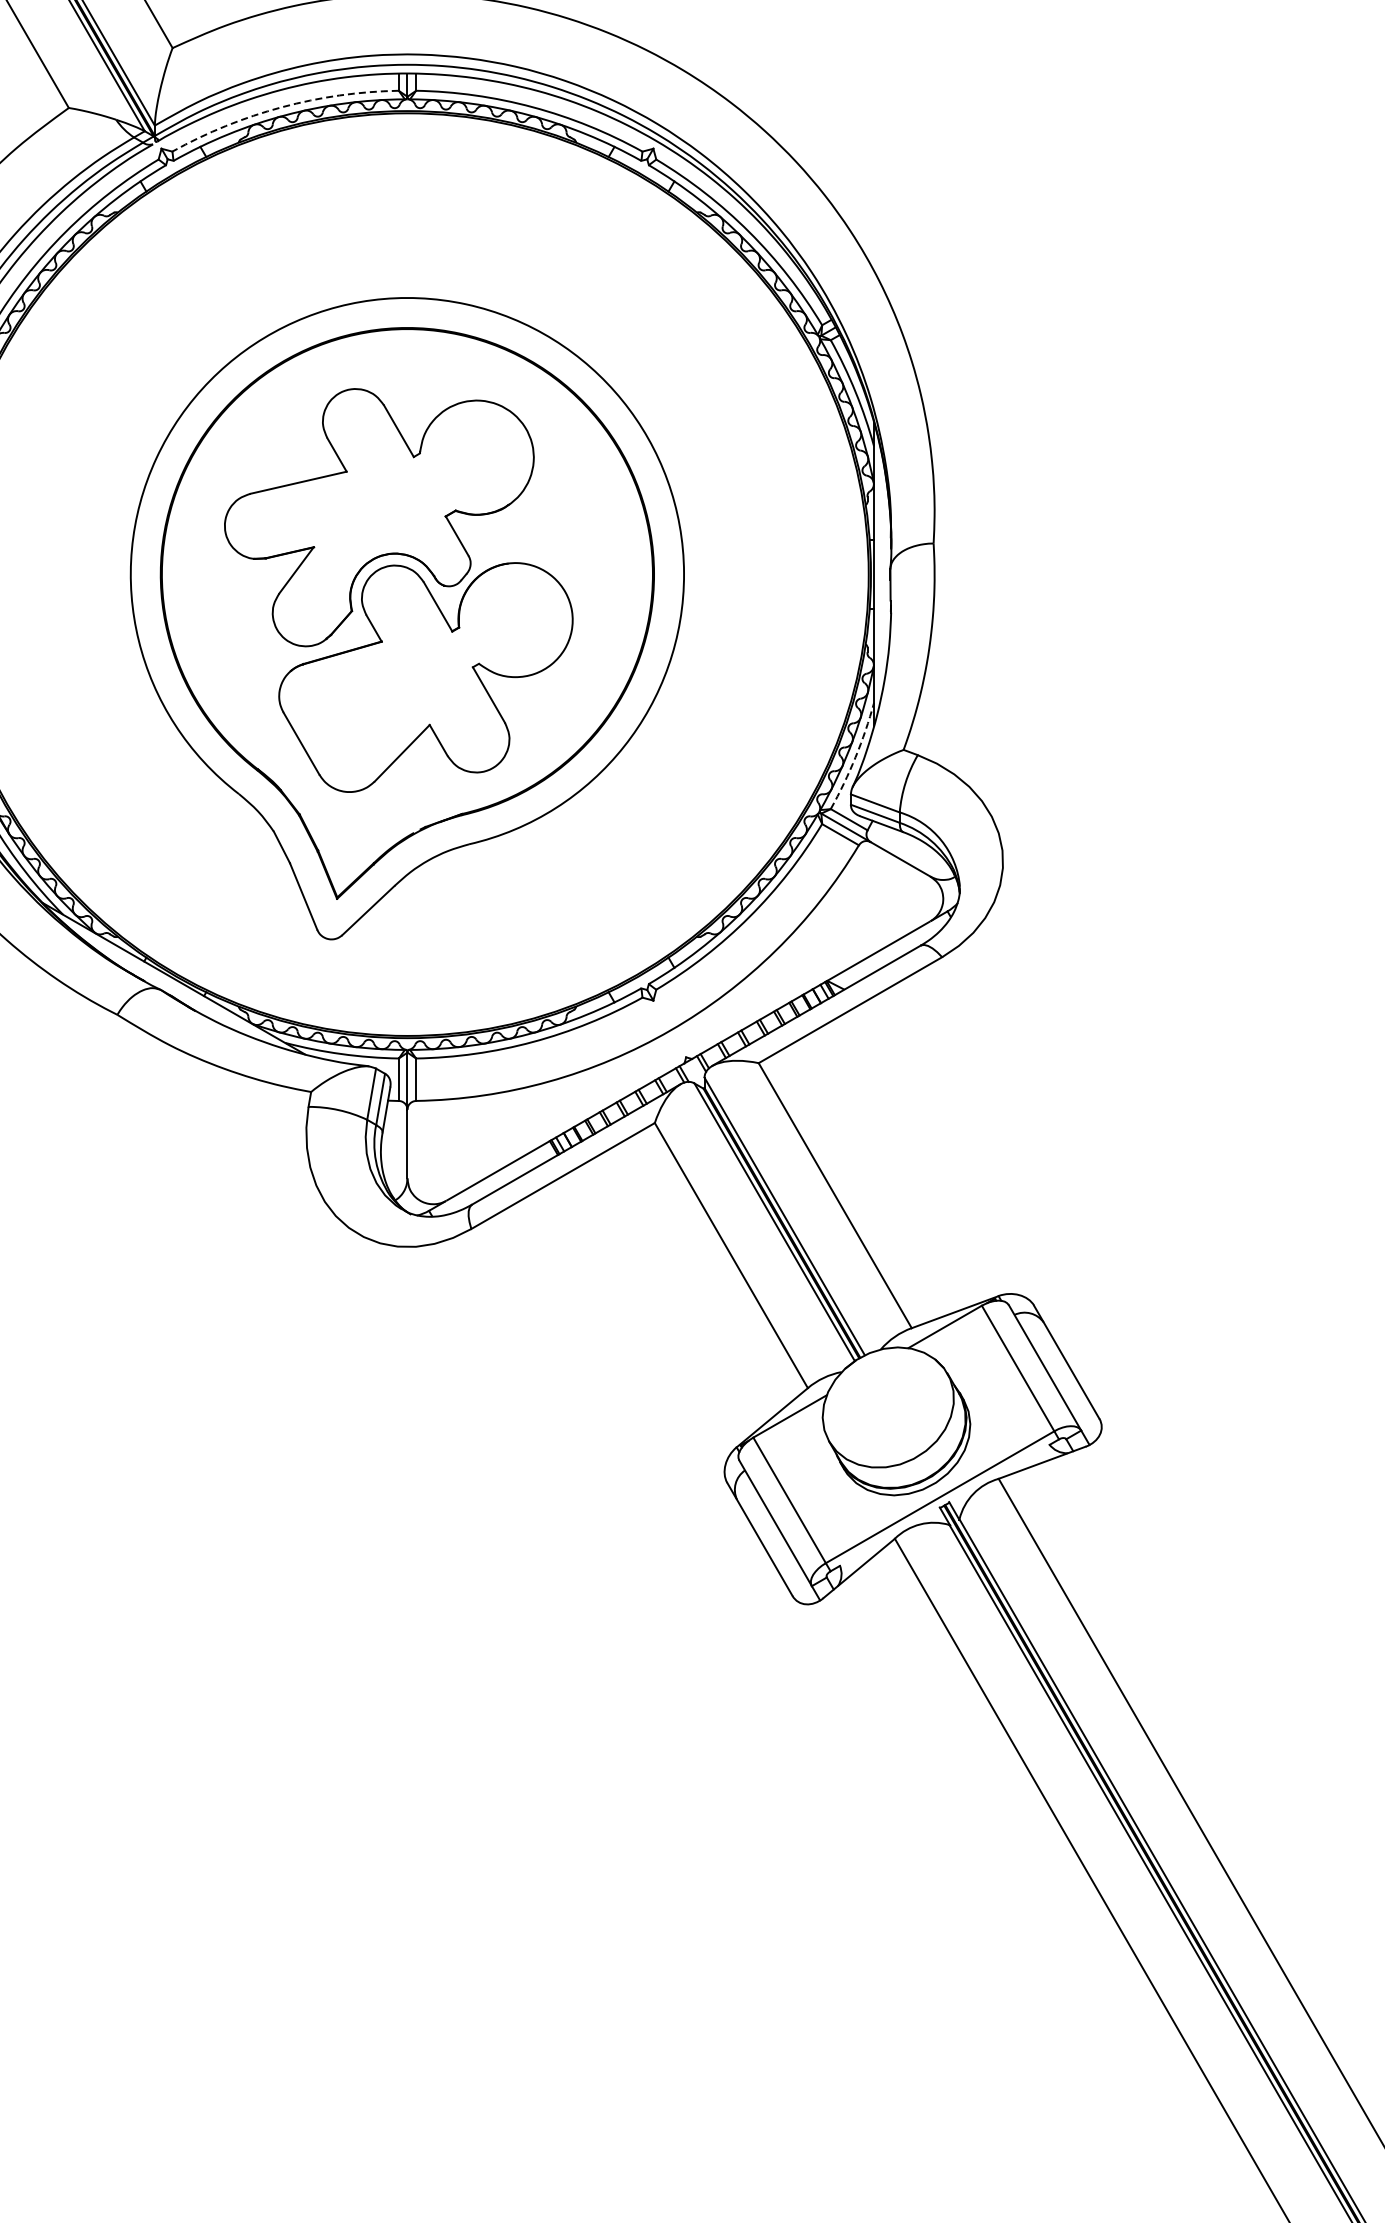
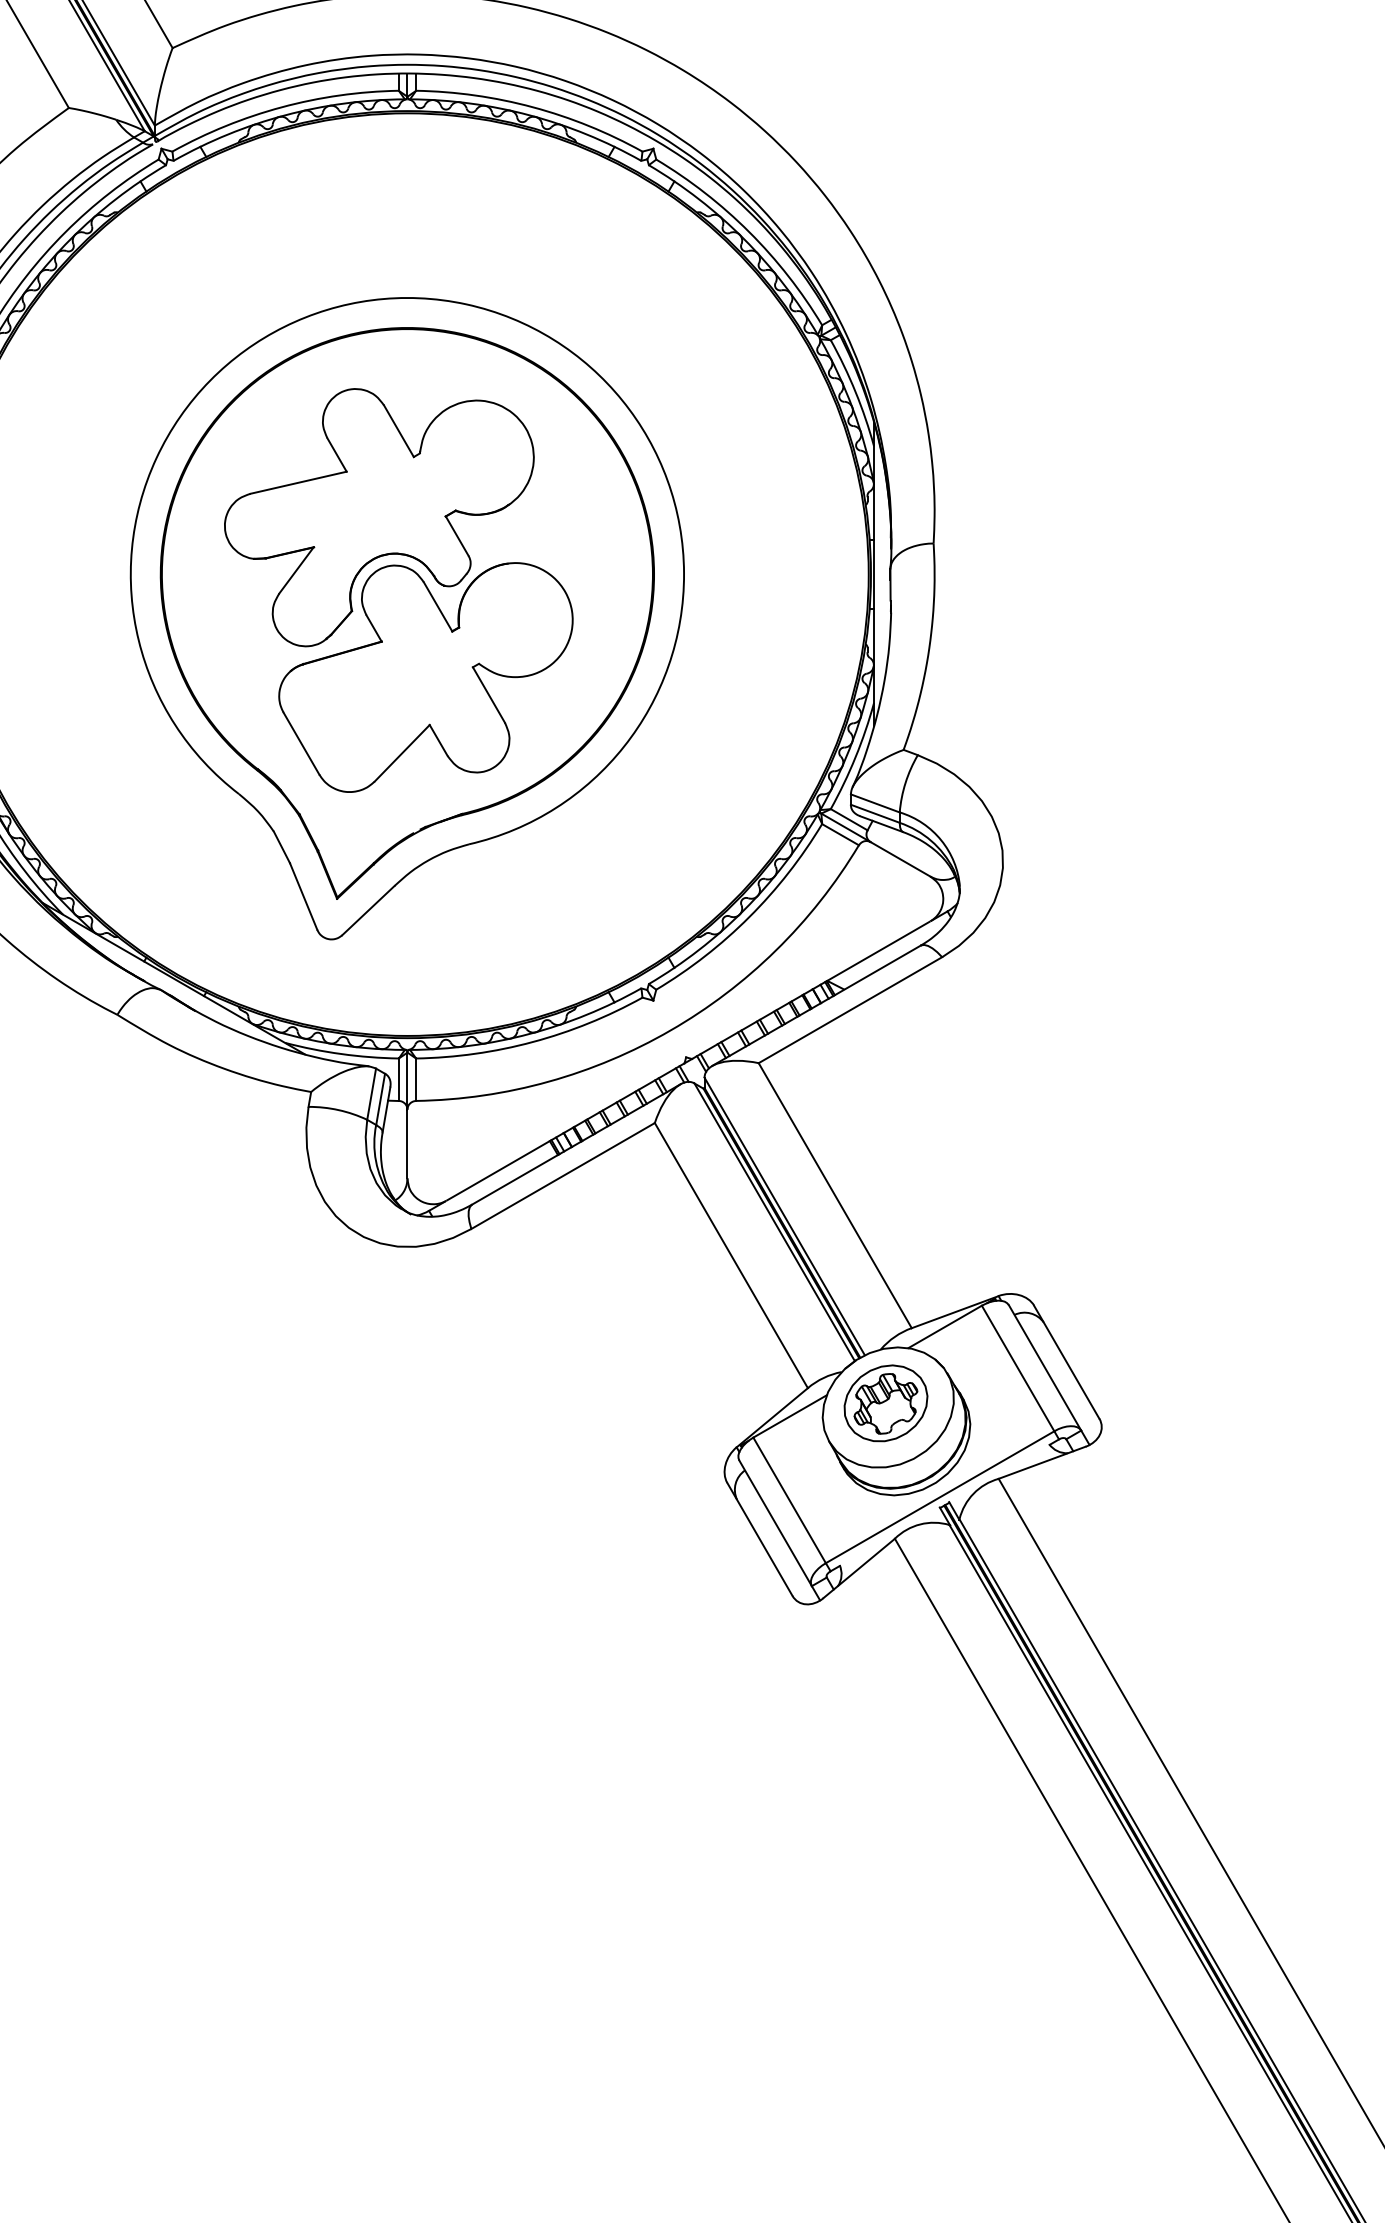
arc at (281, 107): dashed -> solid
arc at (855, 757): dashed -> solid
part at (885, 1403): none -> present
